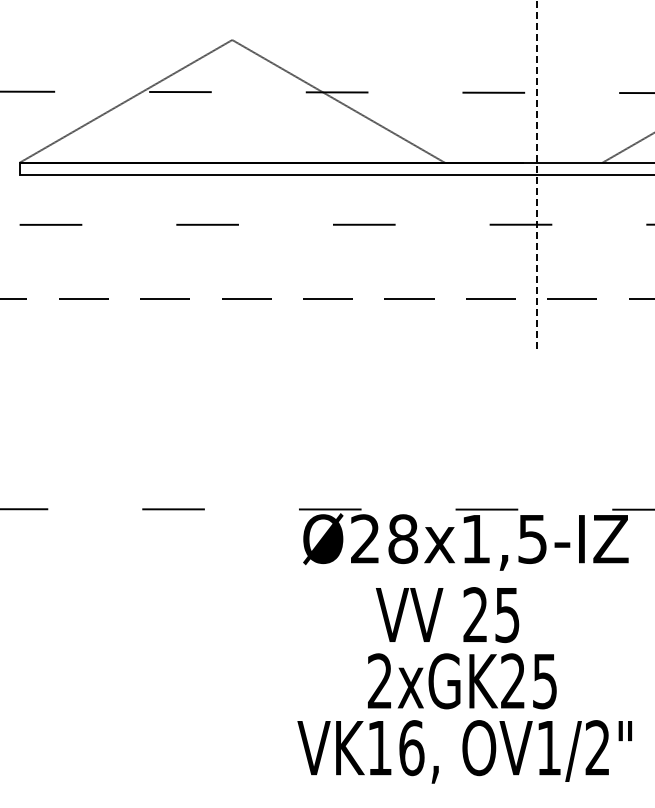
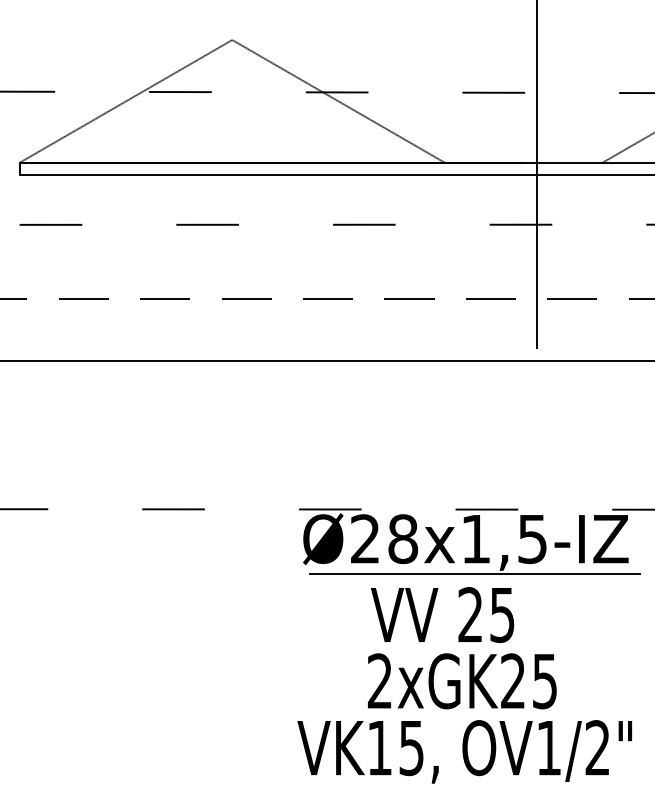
line at (537, 174): dashed -> solid
line at (326, 361): none -> present
line at (474, 573): none -> present
text at (447, 614) position: (447, 614) -> (442, 614)
text at (411, 748): VK16, -> VK15,
